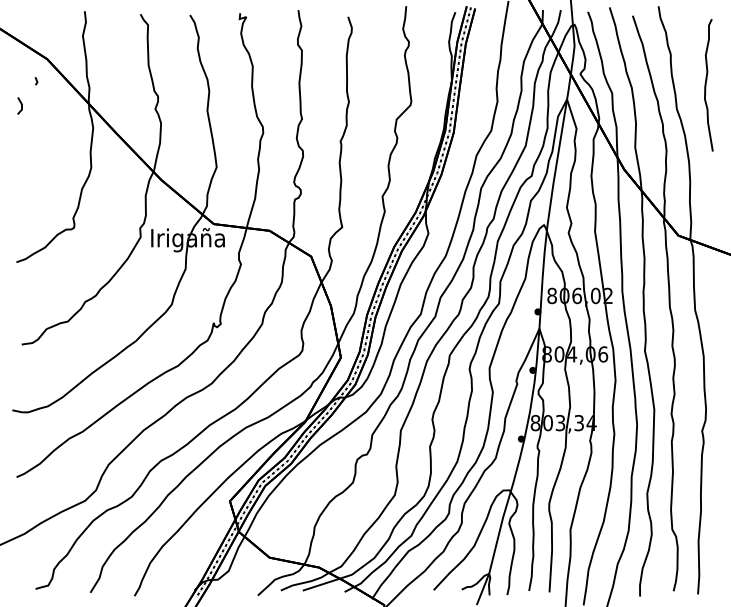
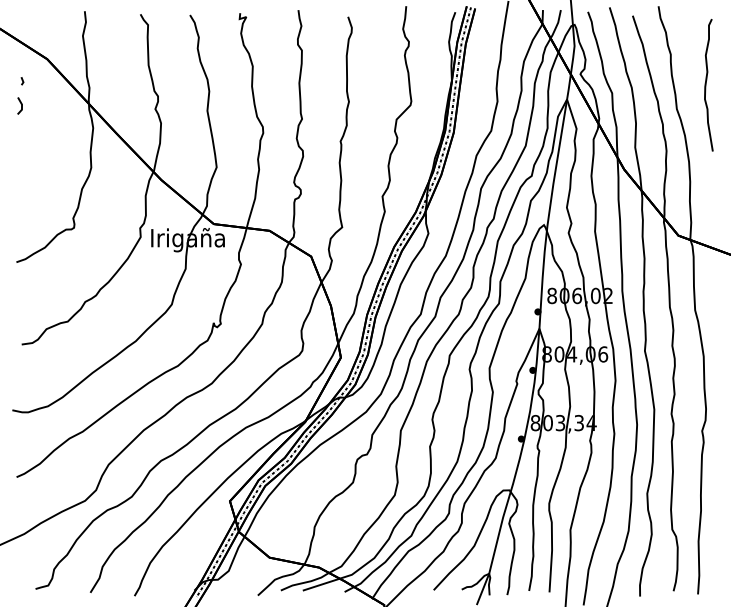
line at (36, 81) position: (36, 81) -> (22, 81)
